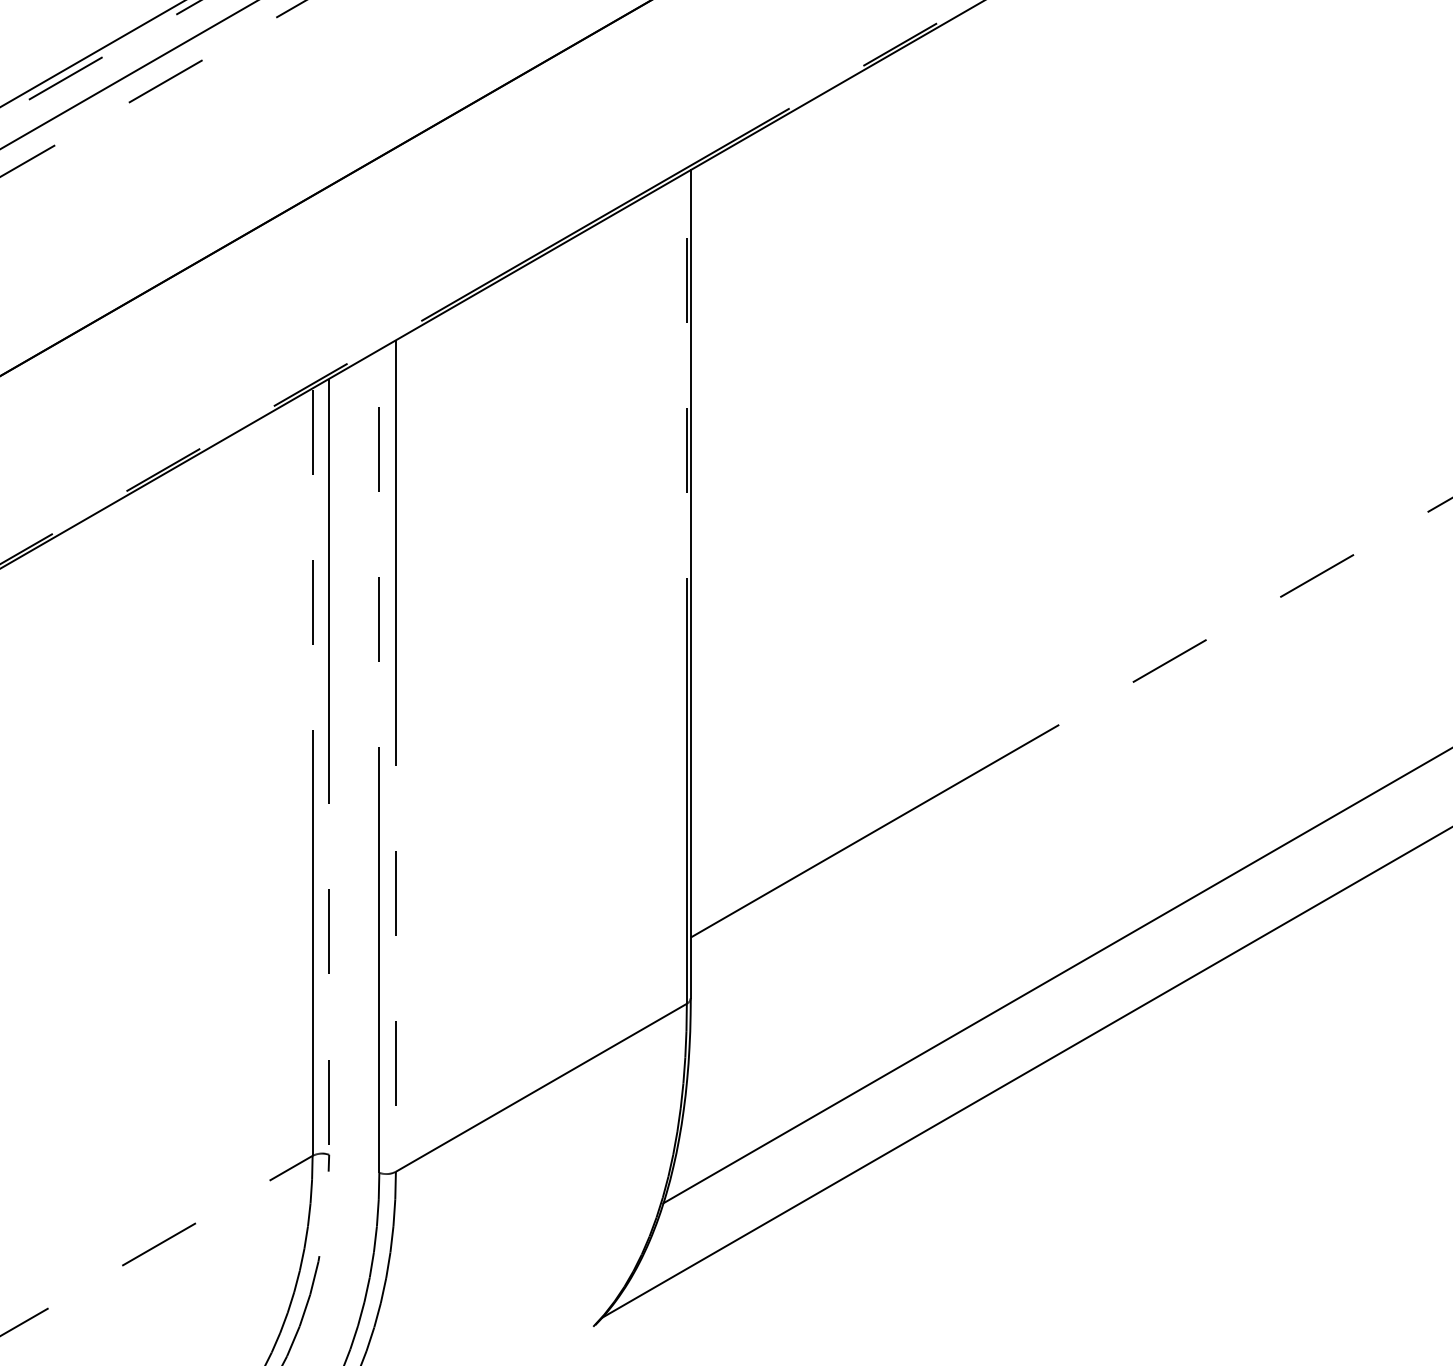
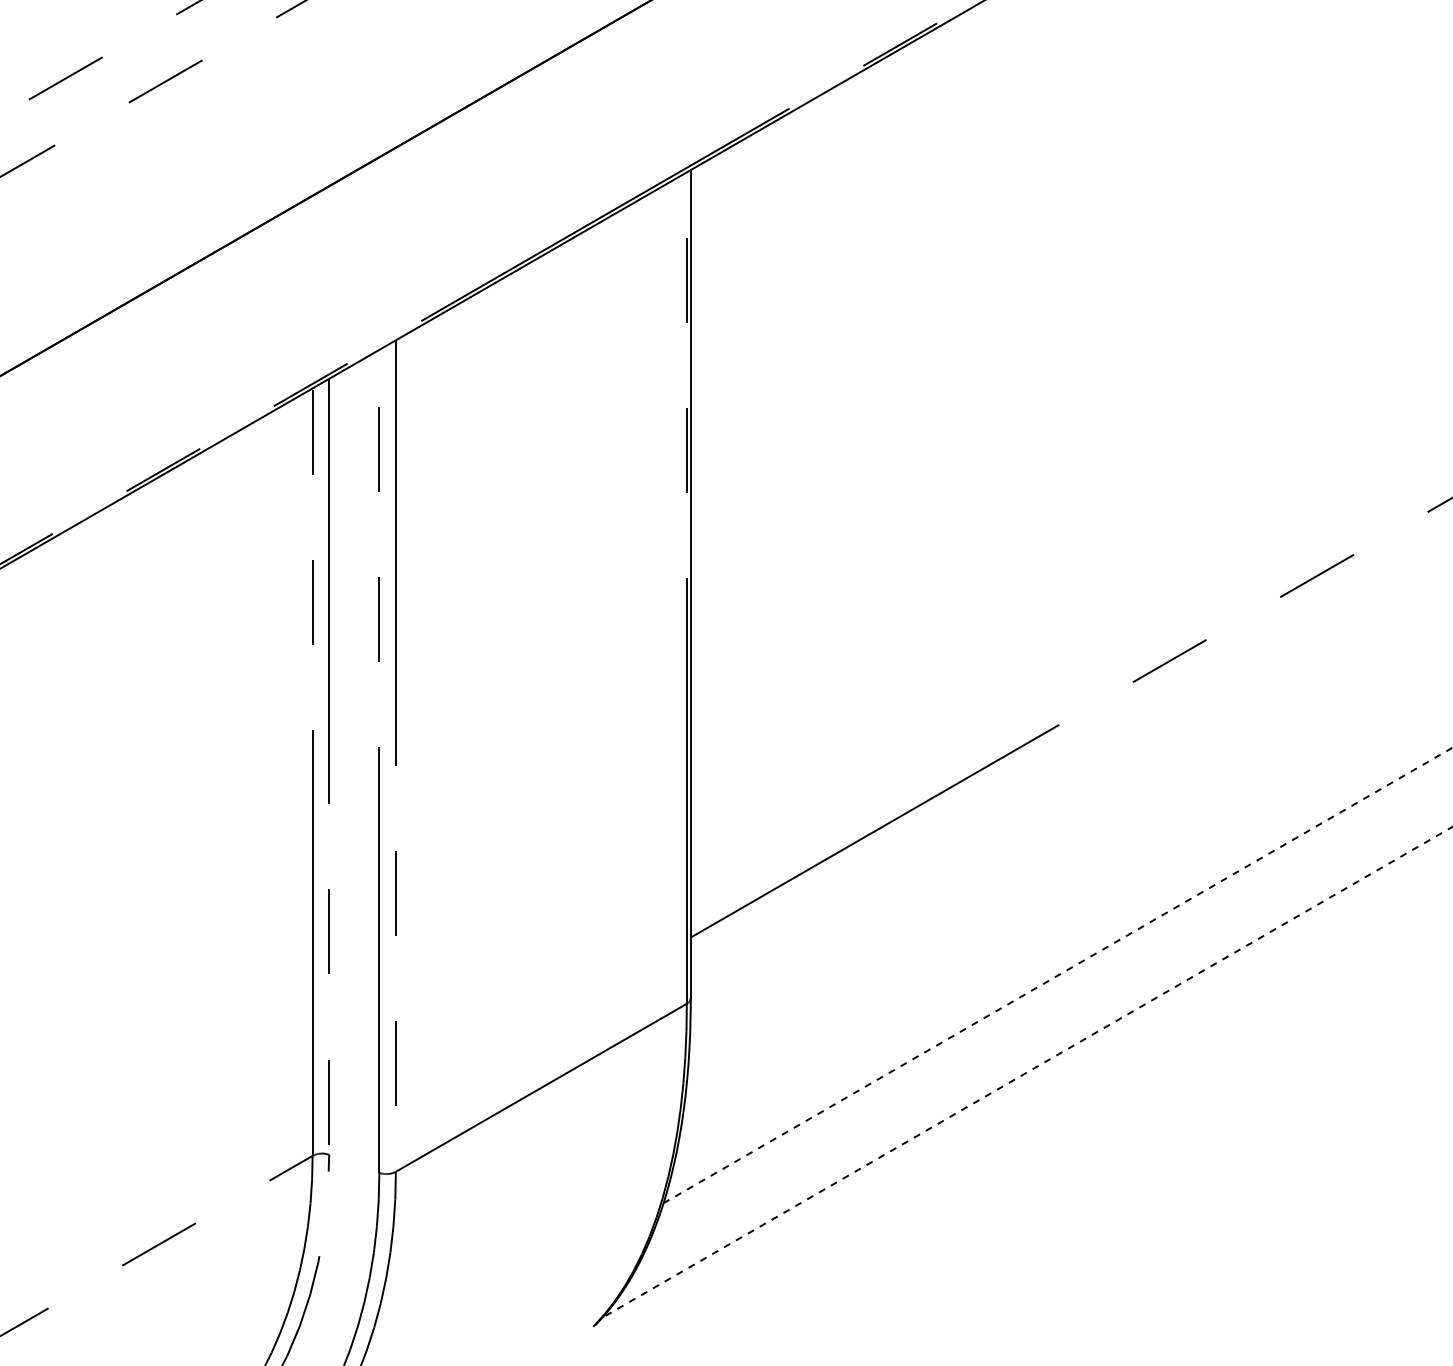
line at (92, 54): present -> none
line at (128, 74): present -> none
line at (1058, 975): solid -> dashed
line at (1027, 1072): solid -> dashed
